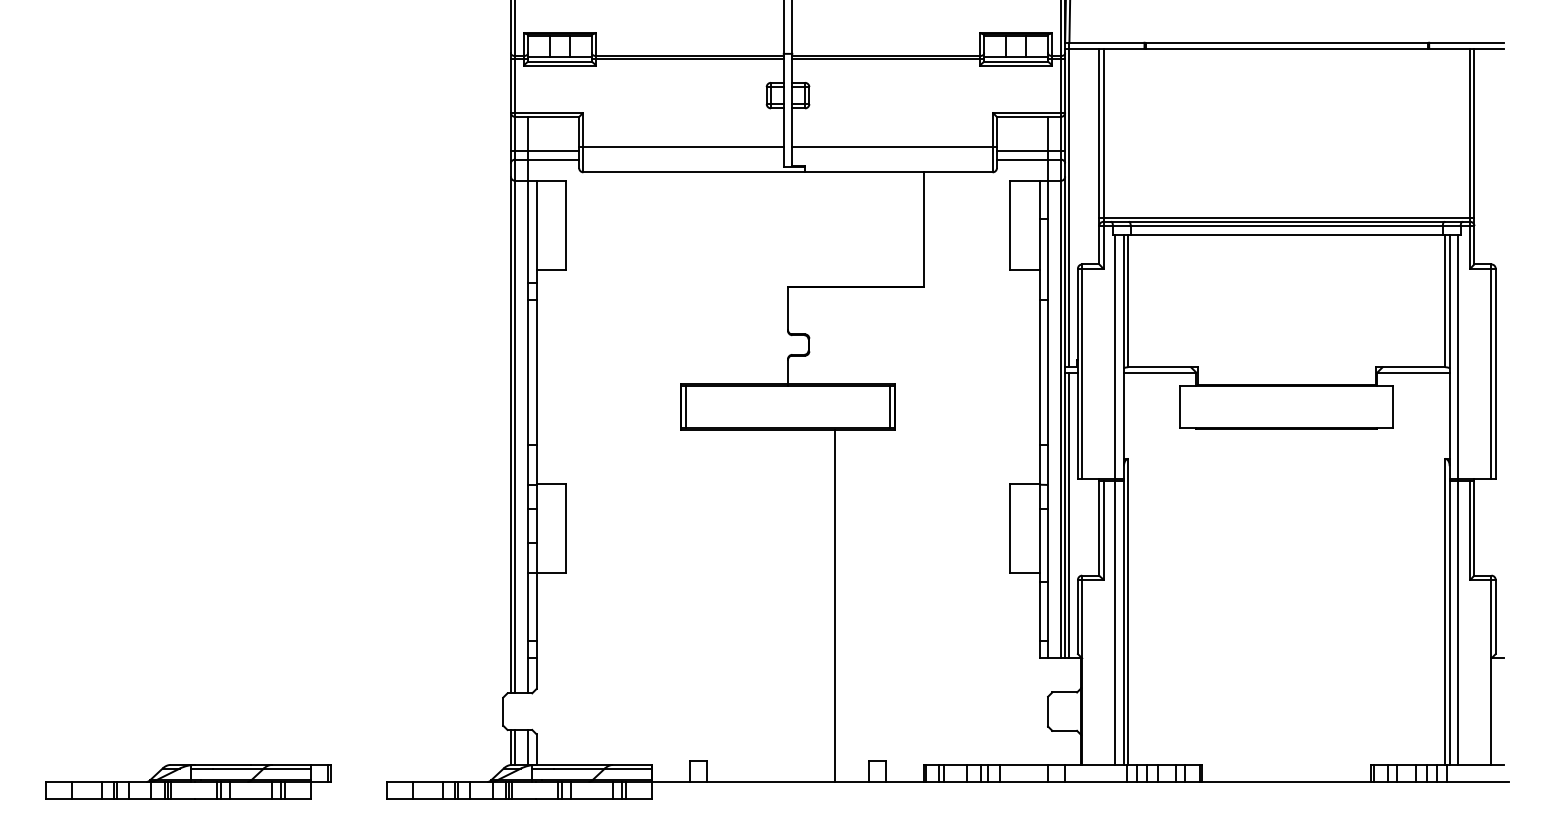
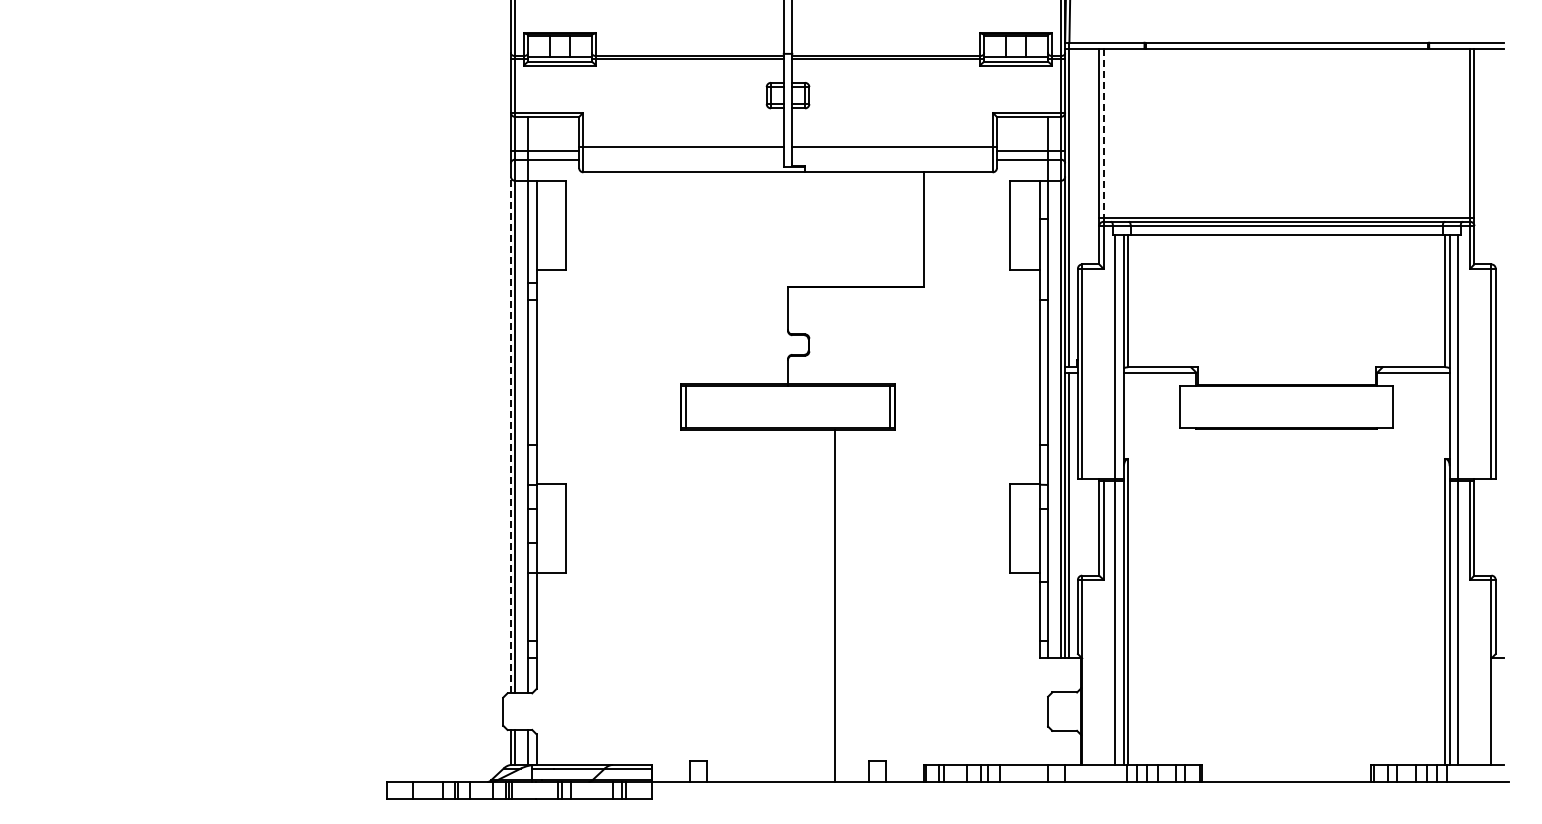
line at (1103, 133): solid -> dashed
line at (510, 434): solid -> dashed
part at (188, 781): present -> none
